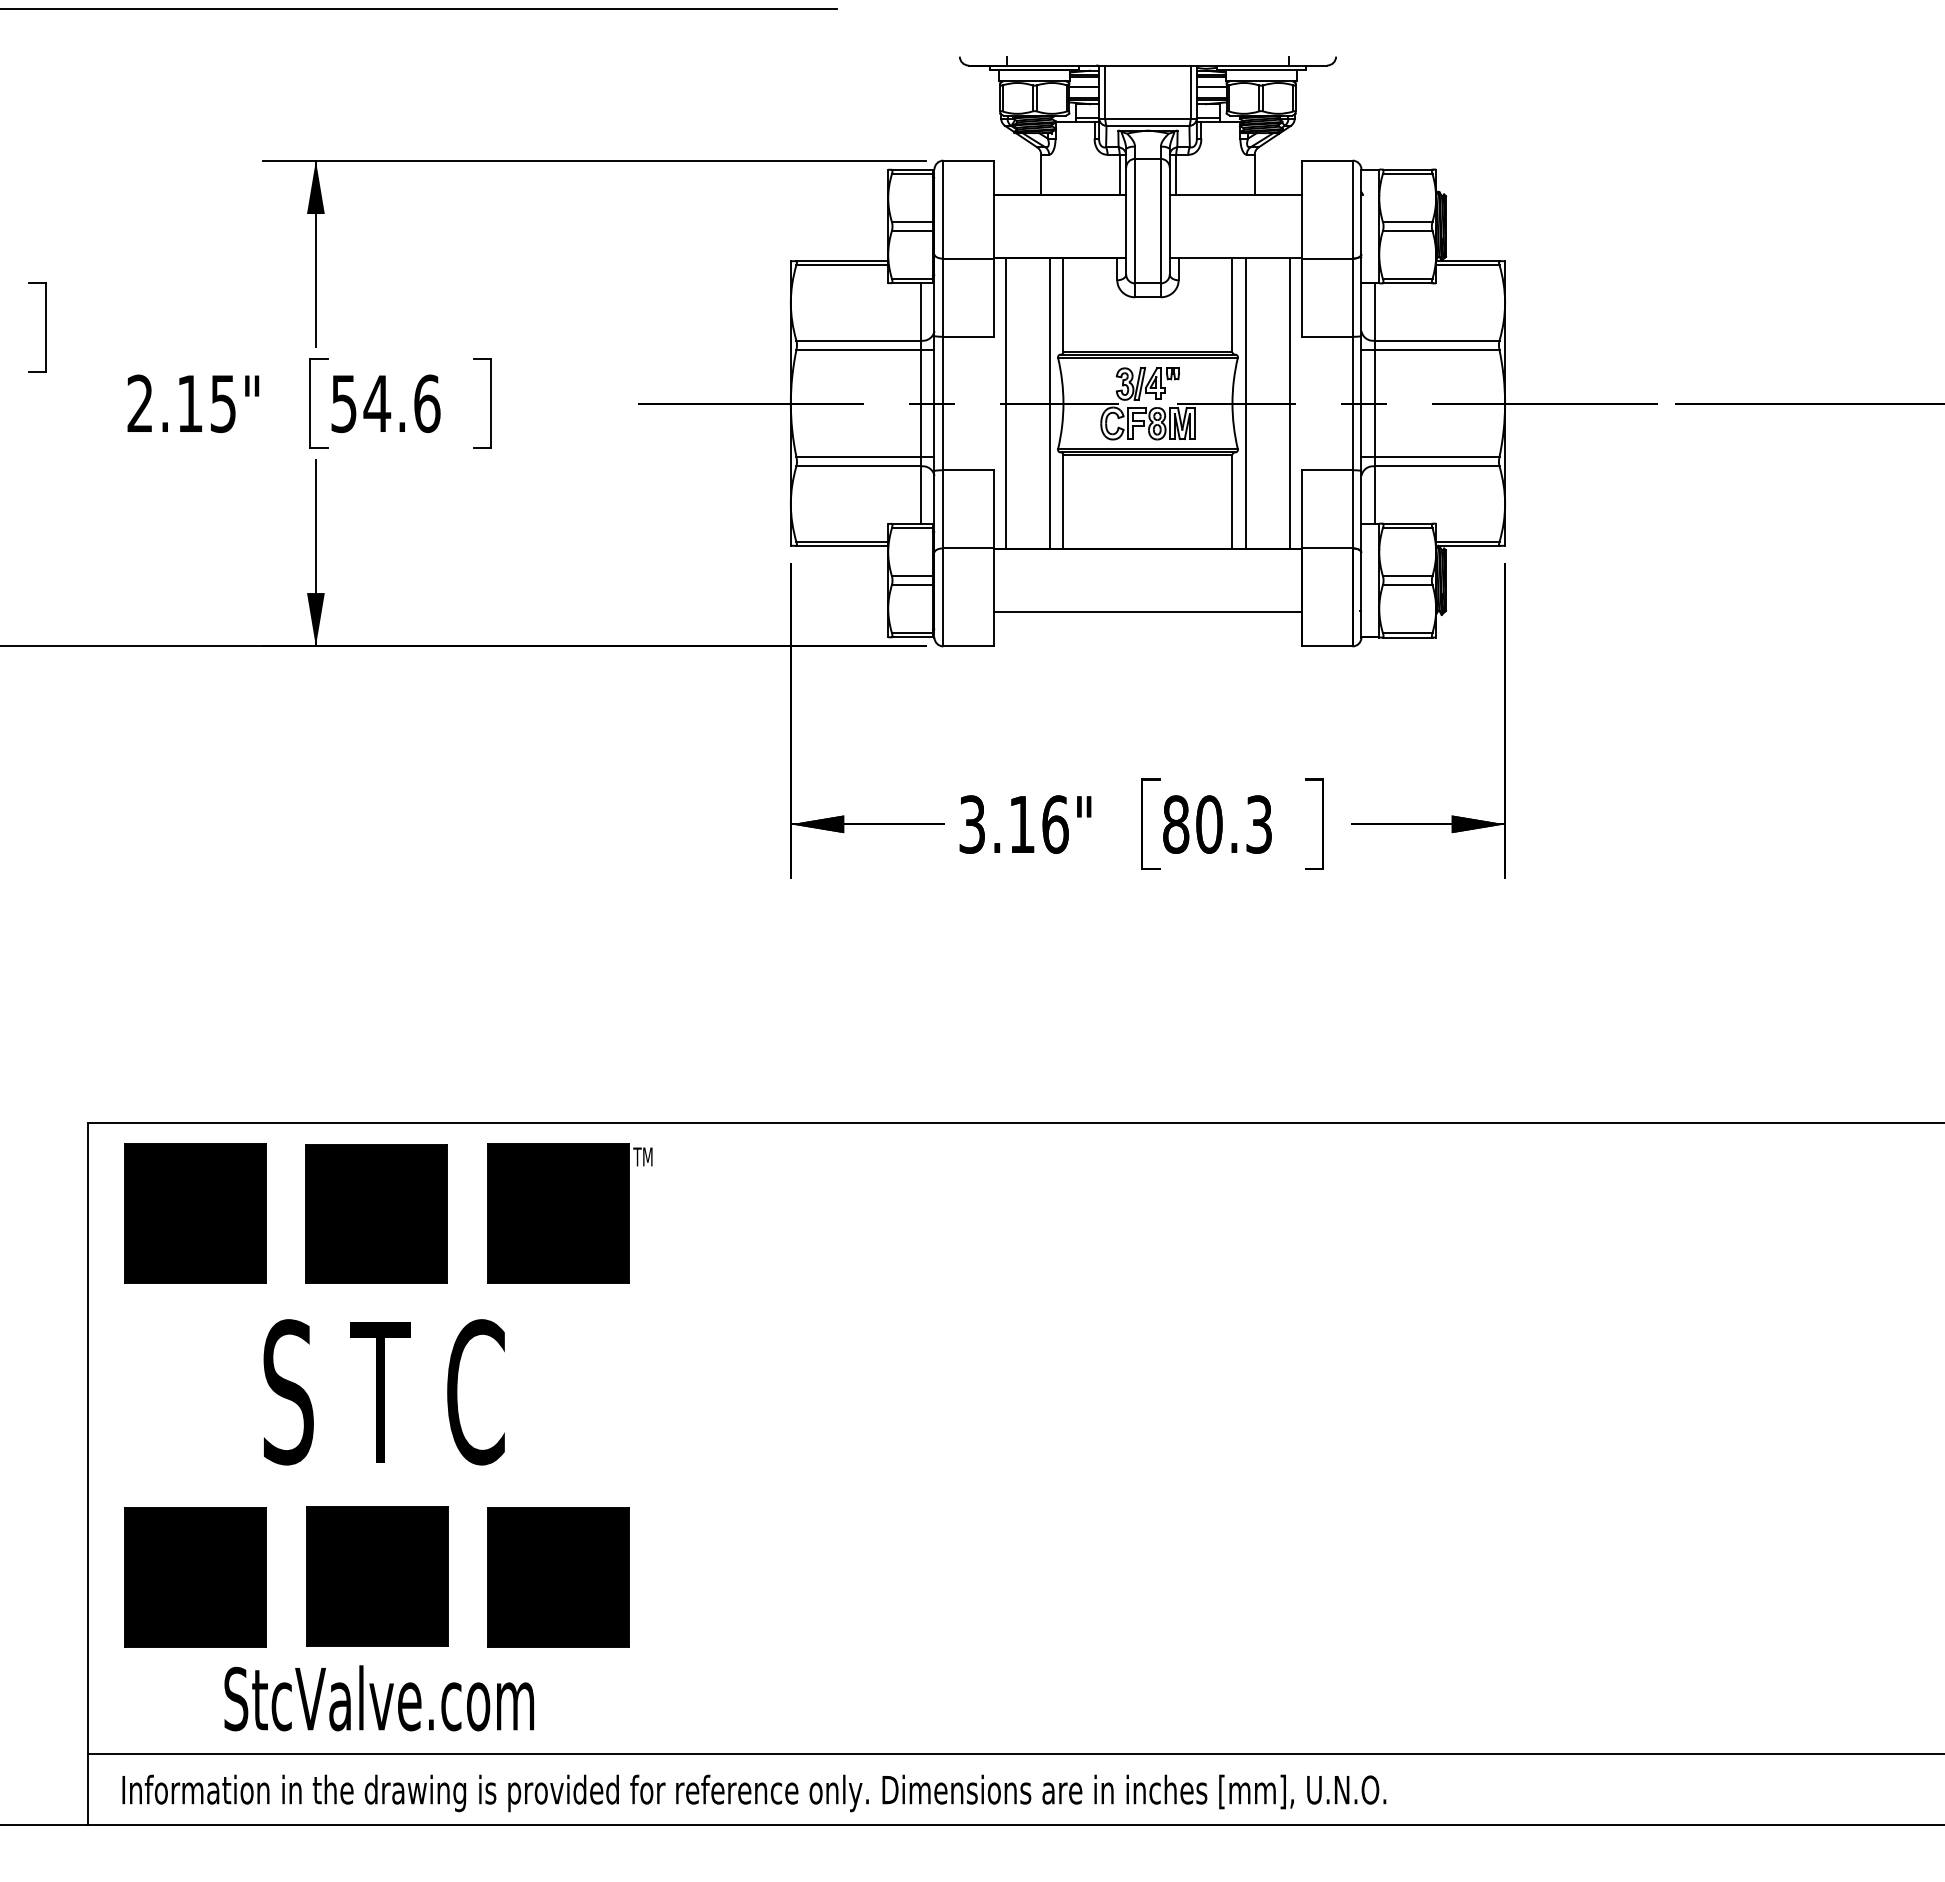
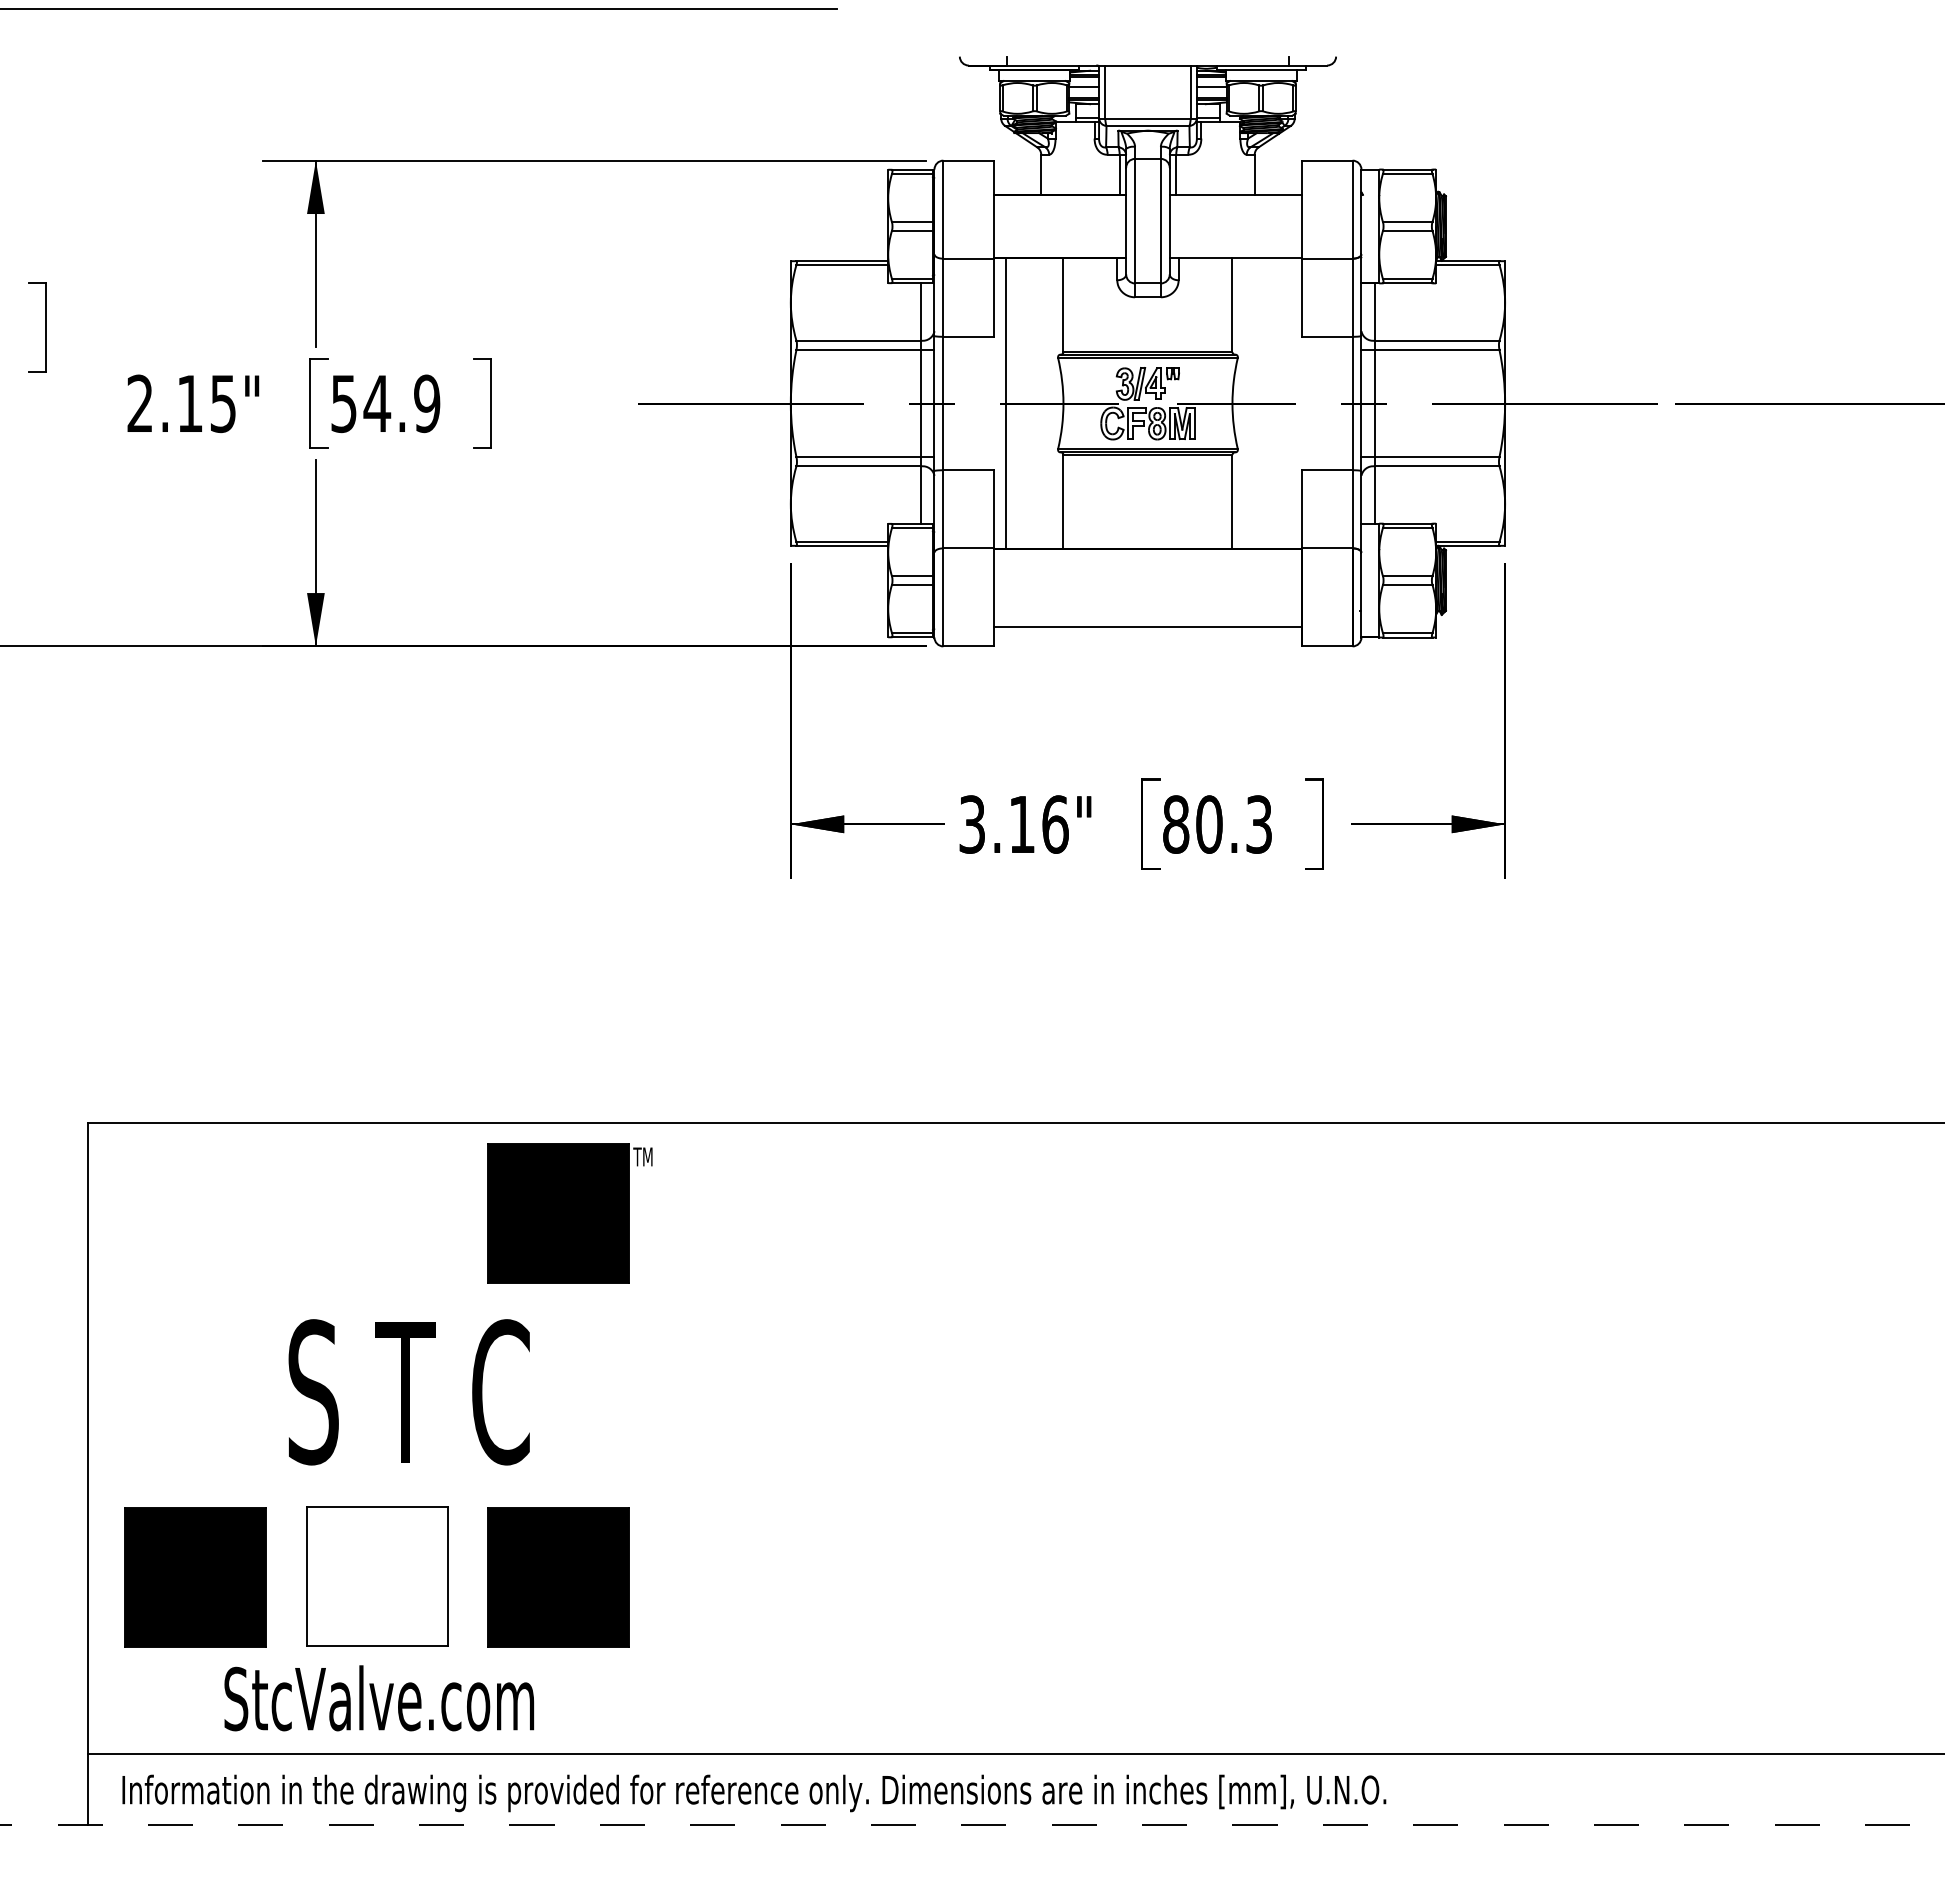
text at (427, 403): 54.6 -> 54.9
line at (1050, 403): present -> none
line at (1245, 403): present -> none
line at (1290, 403): present -> none
line at (1147, 611) position: (1147, 611) -> (1147, 626)
part at (195, 1213): present -> none
part at (376, 1213): present -> none
text at (383, 1392) position: (383, 1392) -> (408, 1392)
fill at (377, 1576): present -> none
line at (972, 1825): solid -> dashed
